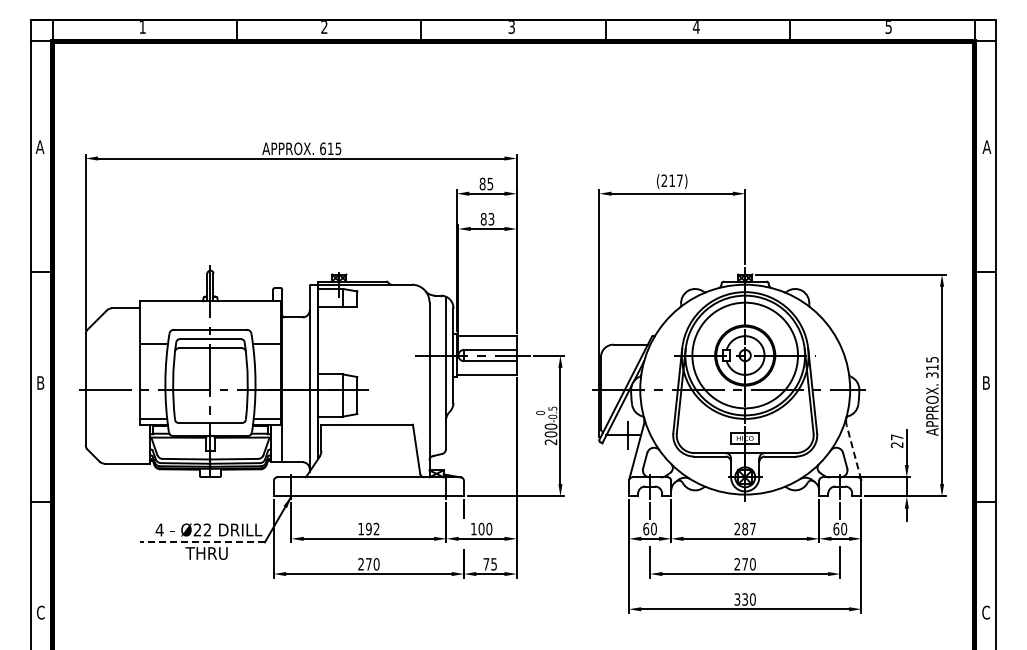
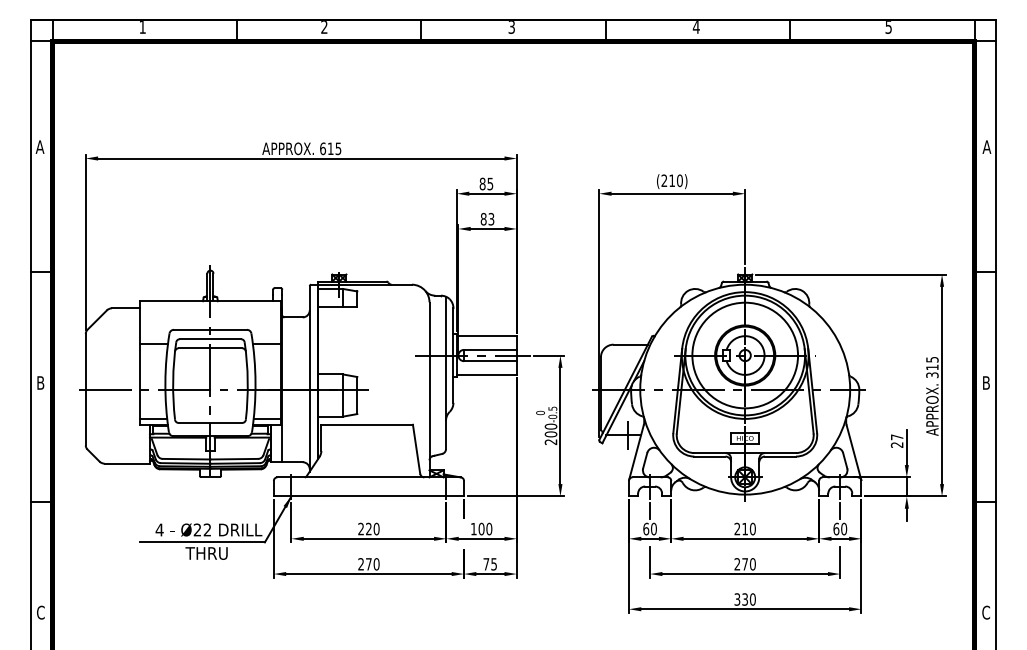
text at (679, 180): (217) -> (210)
line at (853, 452): dashed -> solid
text at (368, 528): 192 -> 220
text at (748, 528): 287 -> 210
line at (202, 542): dashed -> solid
